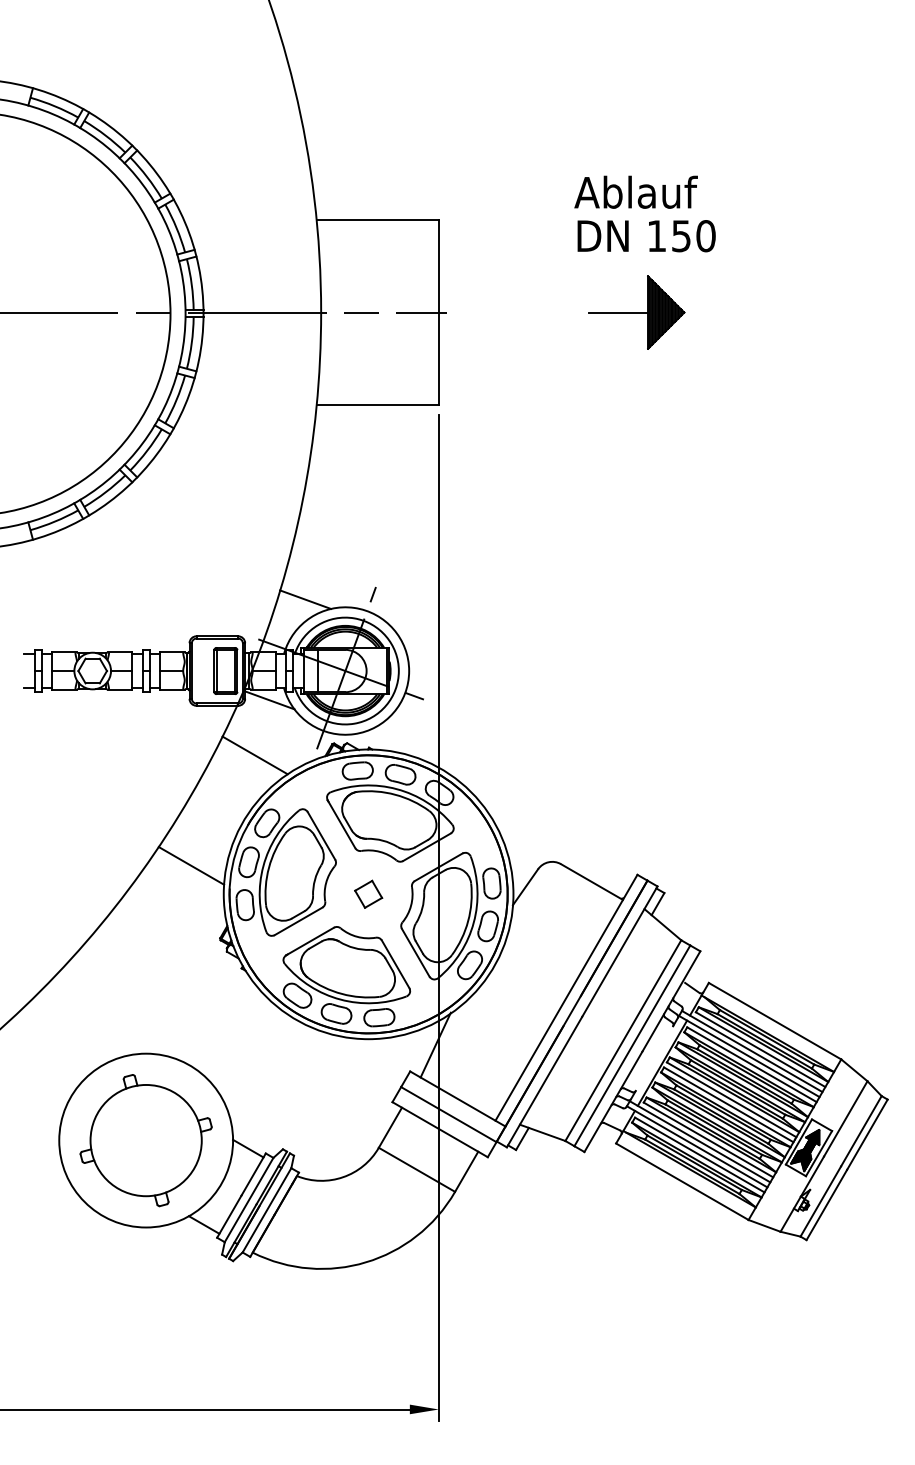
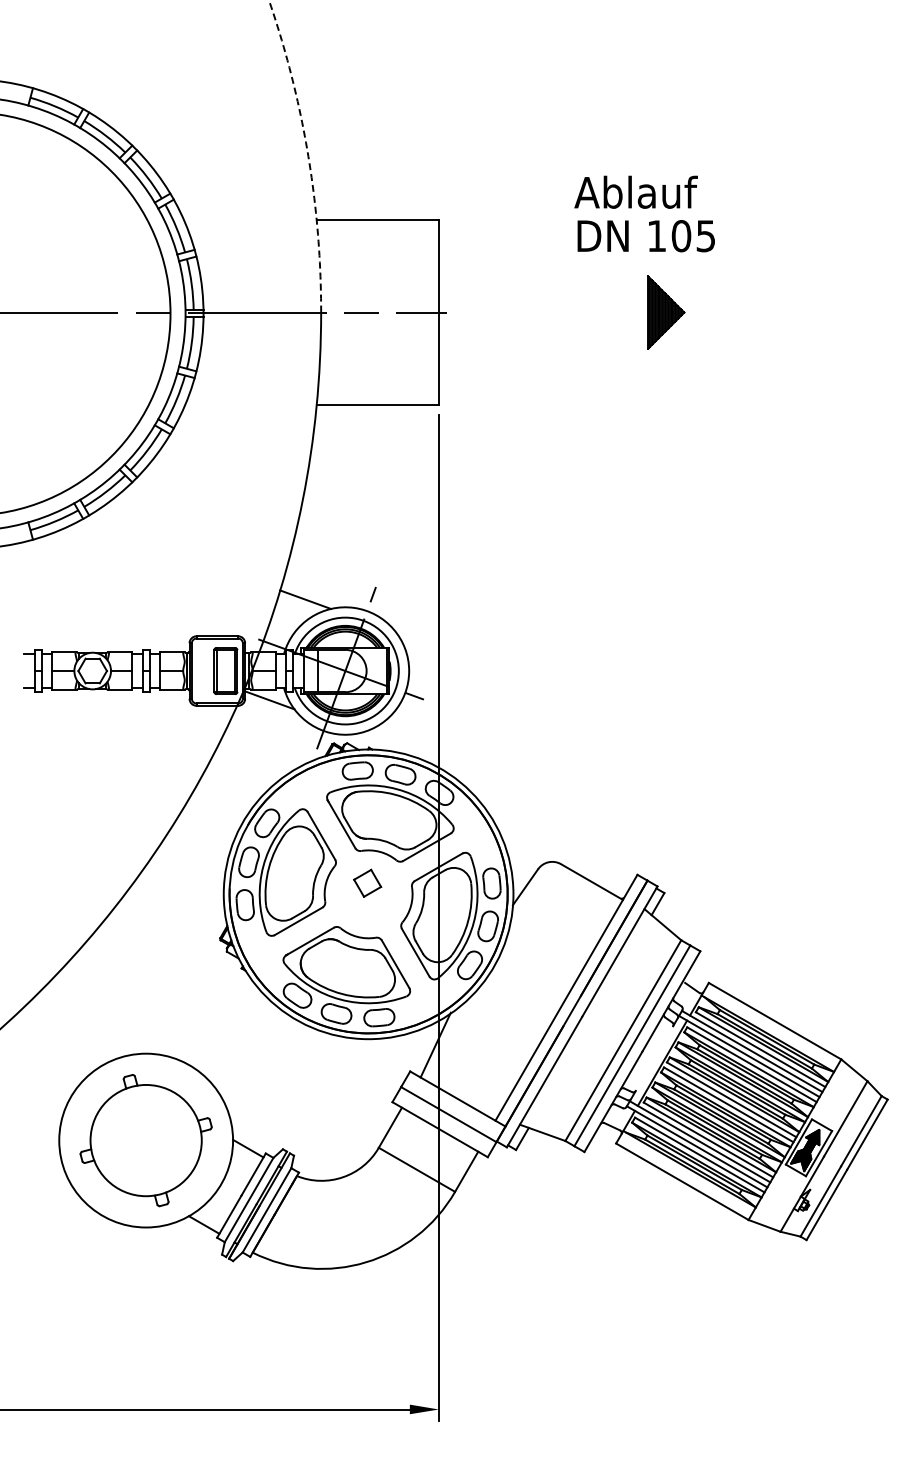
arc at (307, 152): solid -> dashed
text at (693, 236): 150 -> 105
line at (618, 312): present -> none
line at (254, 755): present -> none
line at (191, 865): present -> none
part at (368, 893) position: (368, 893) -> (367, 882)
